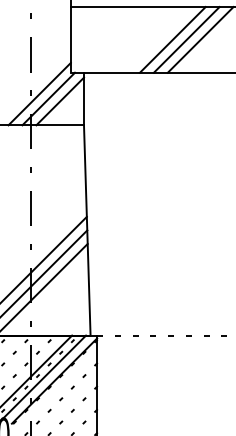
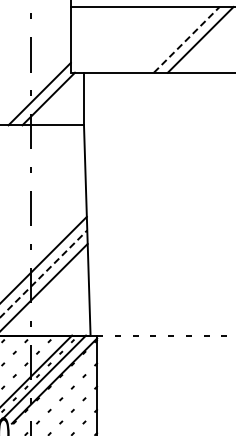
line at (172, 39): present -> none
line at (187, 39): solid -> dashed
line at (60, 101): present -> none
line at (44, 273): solid -> dashed
